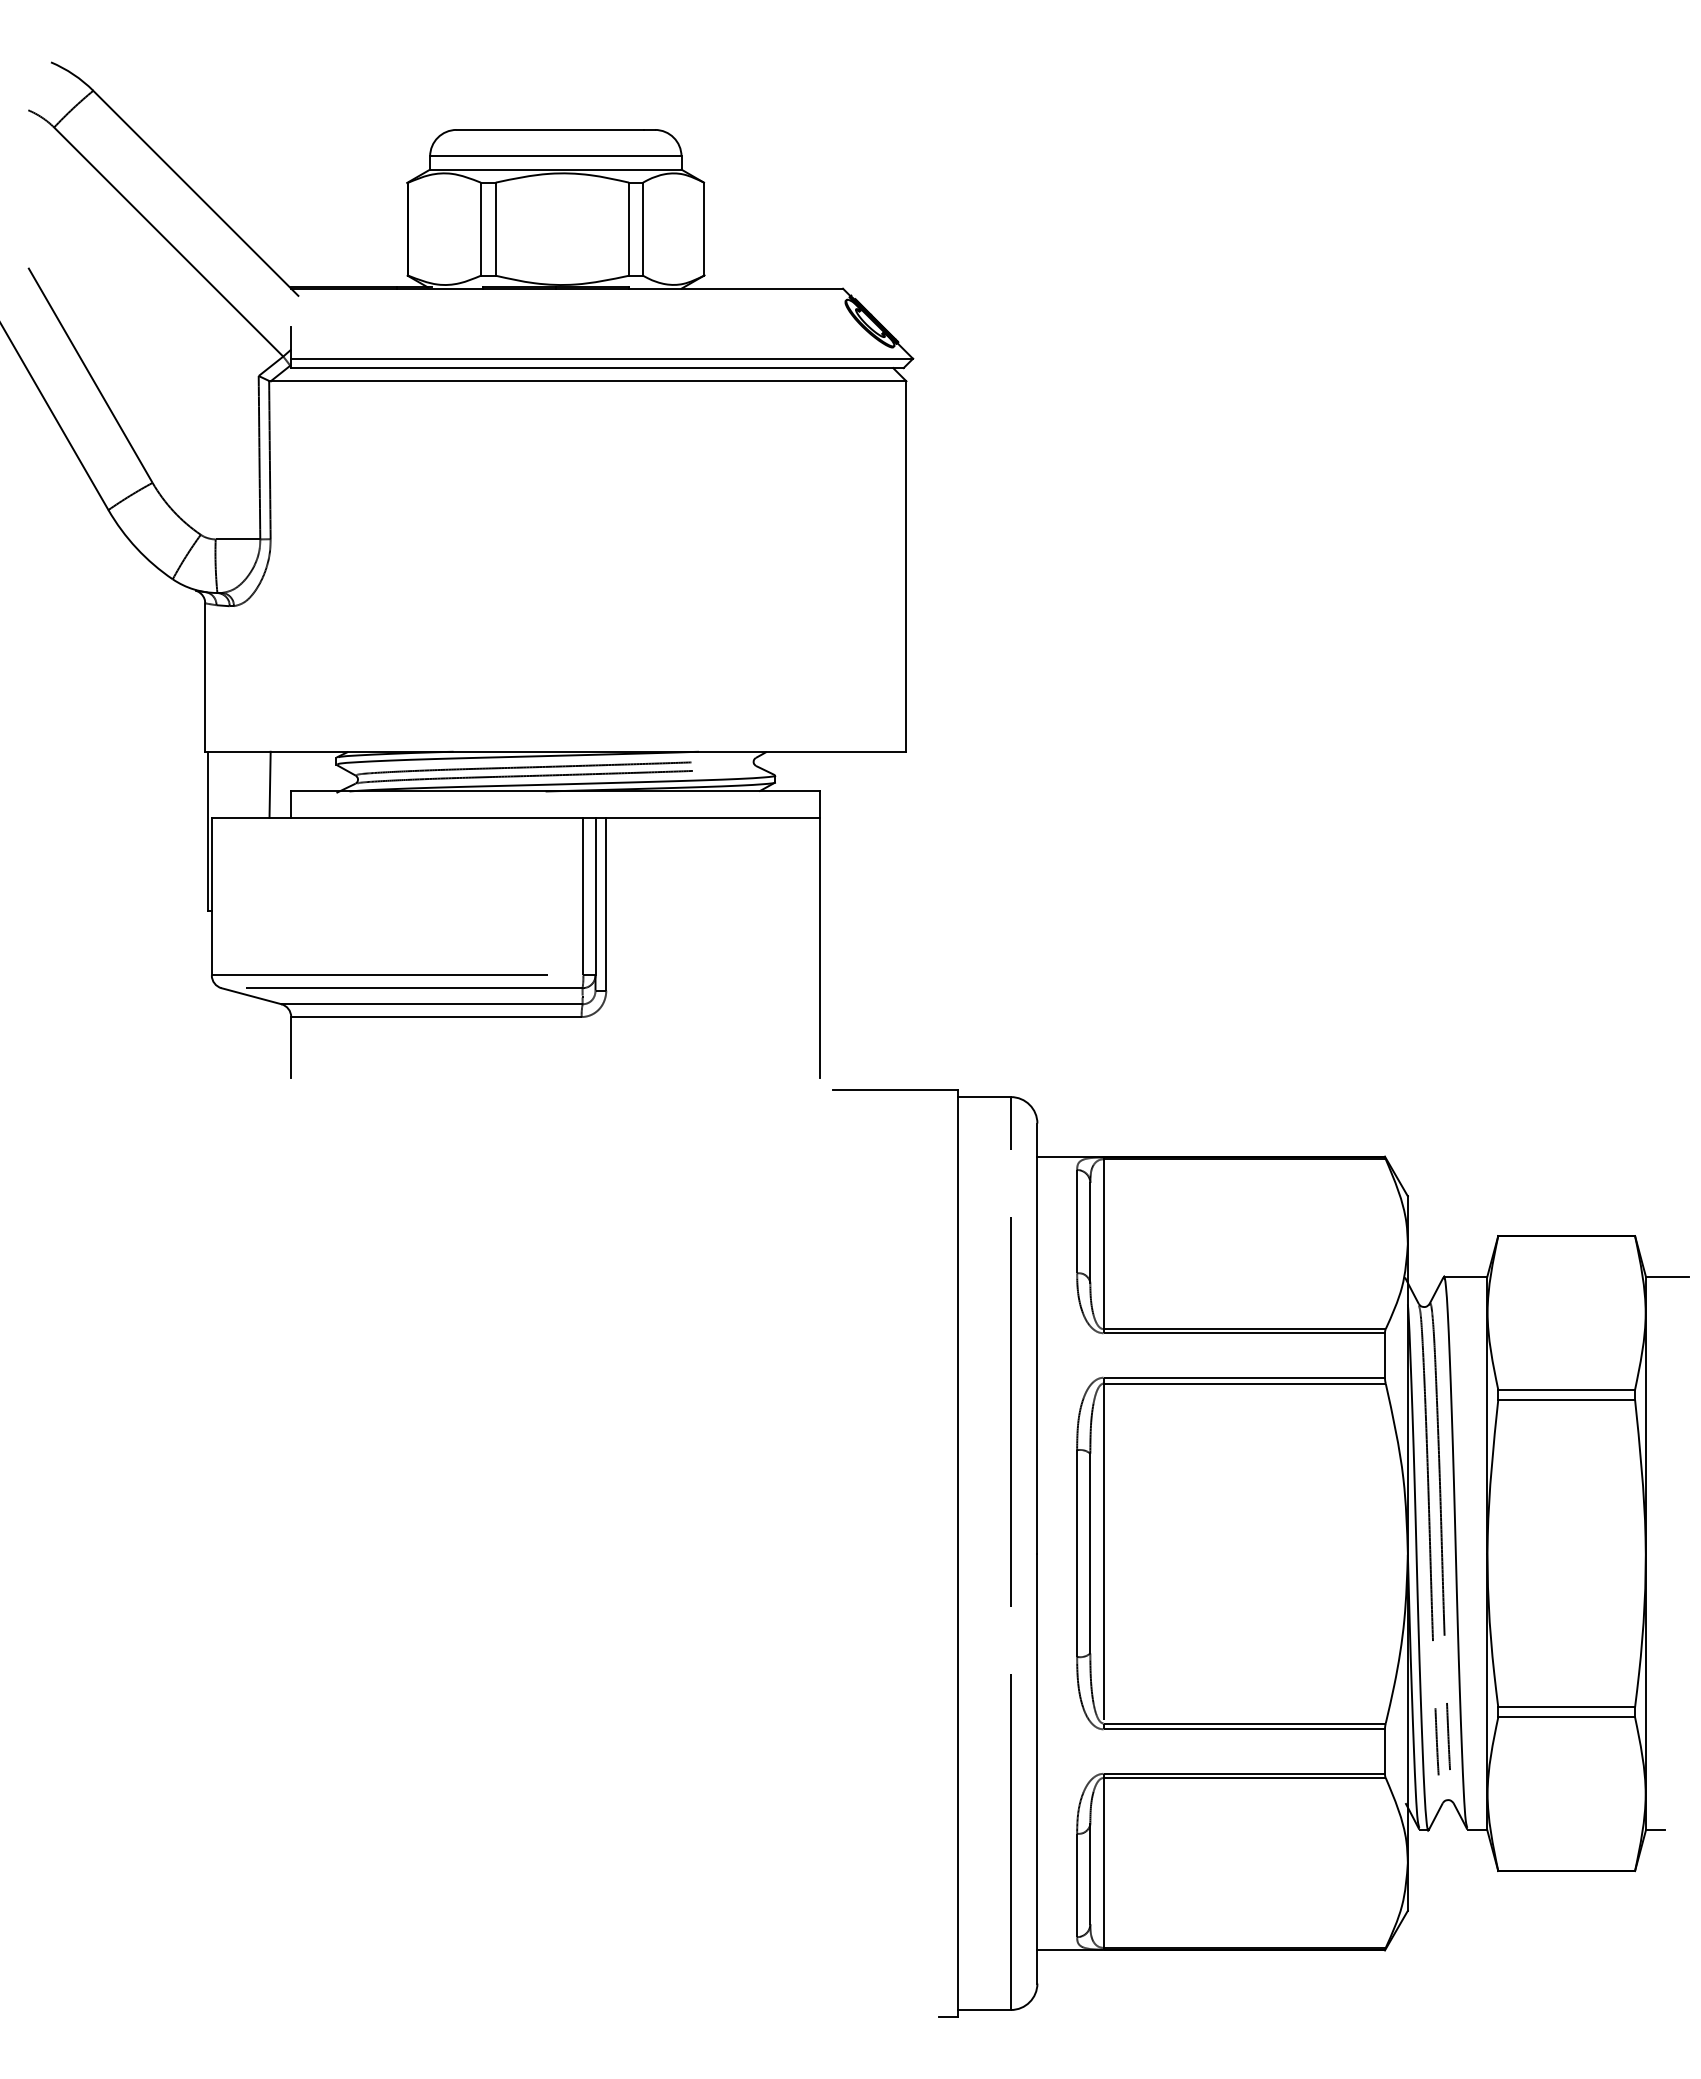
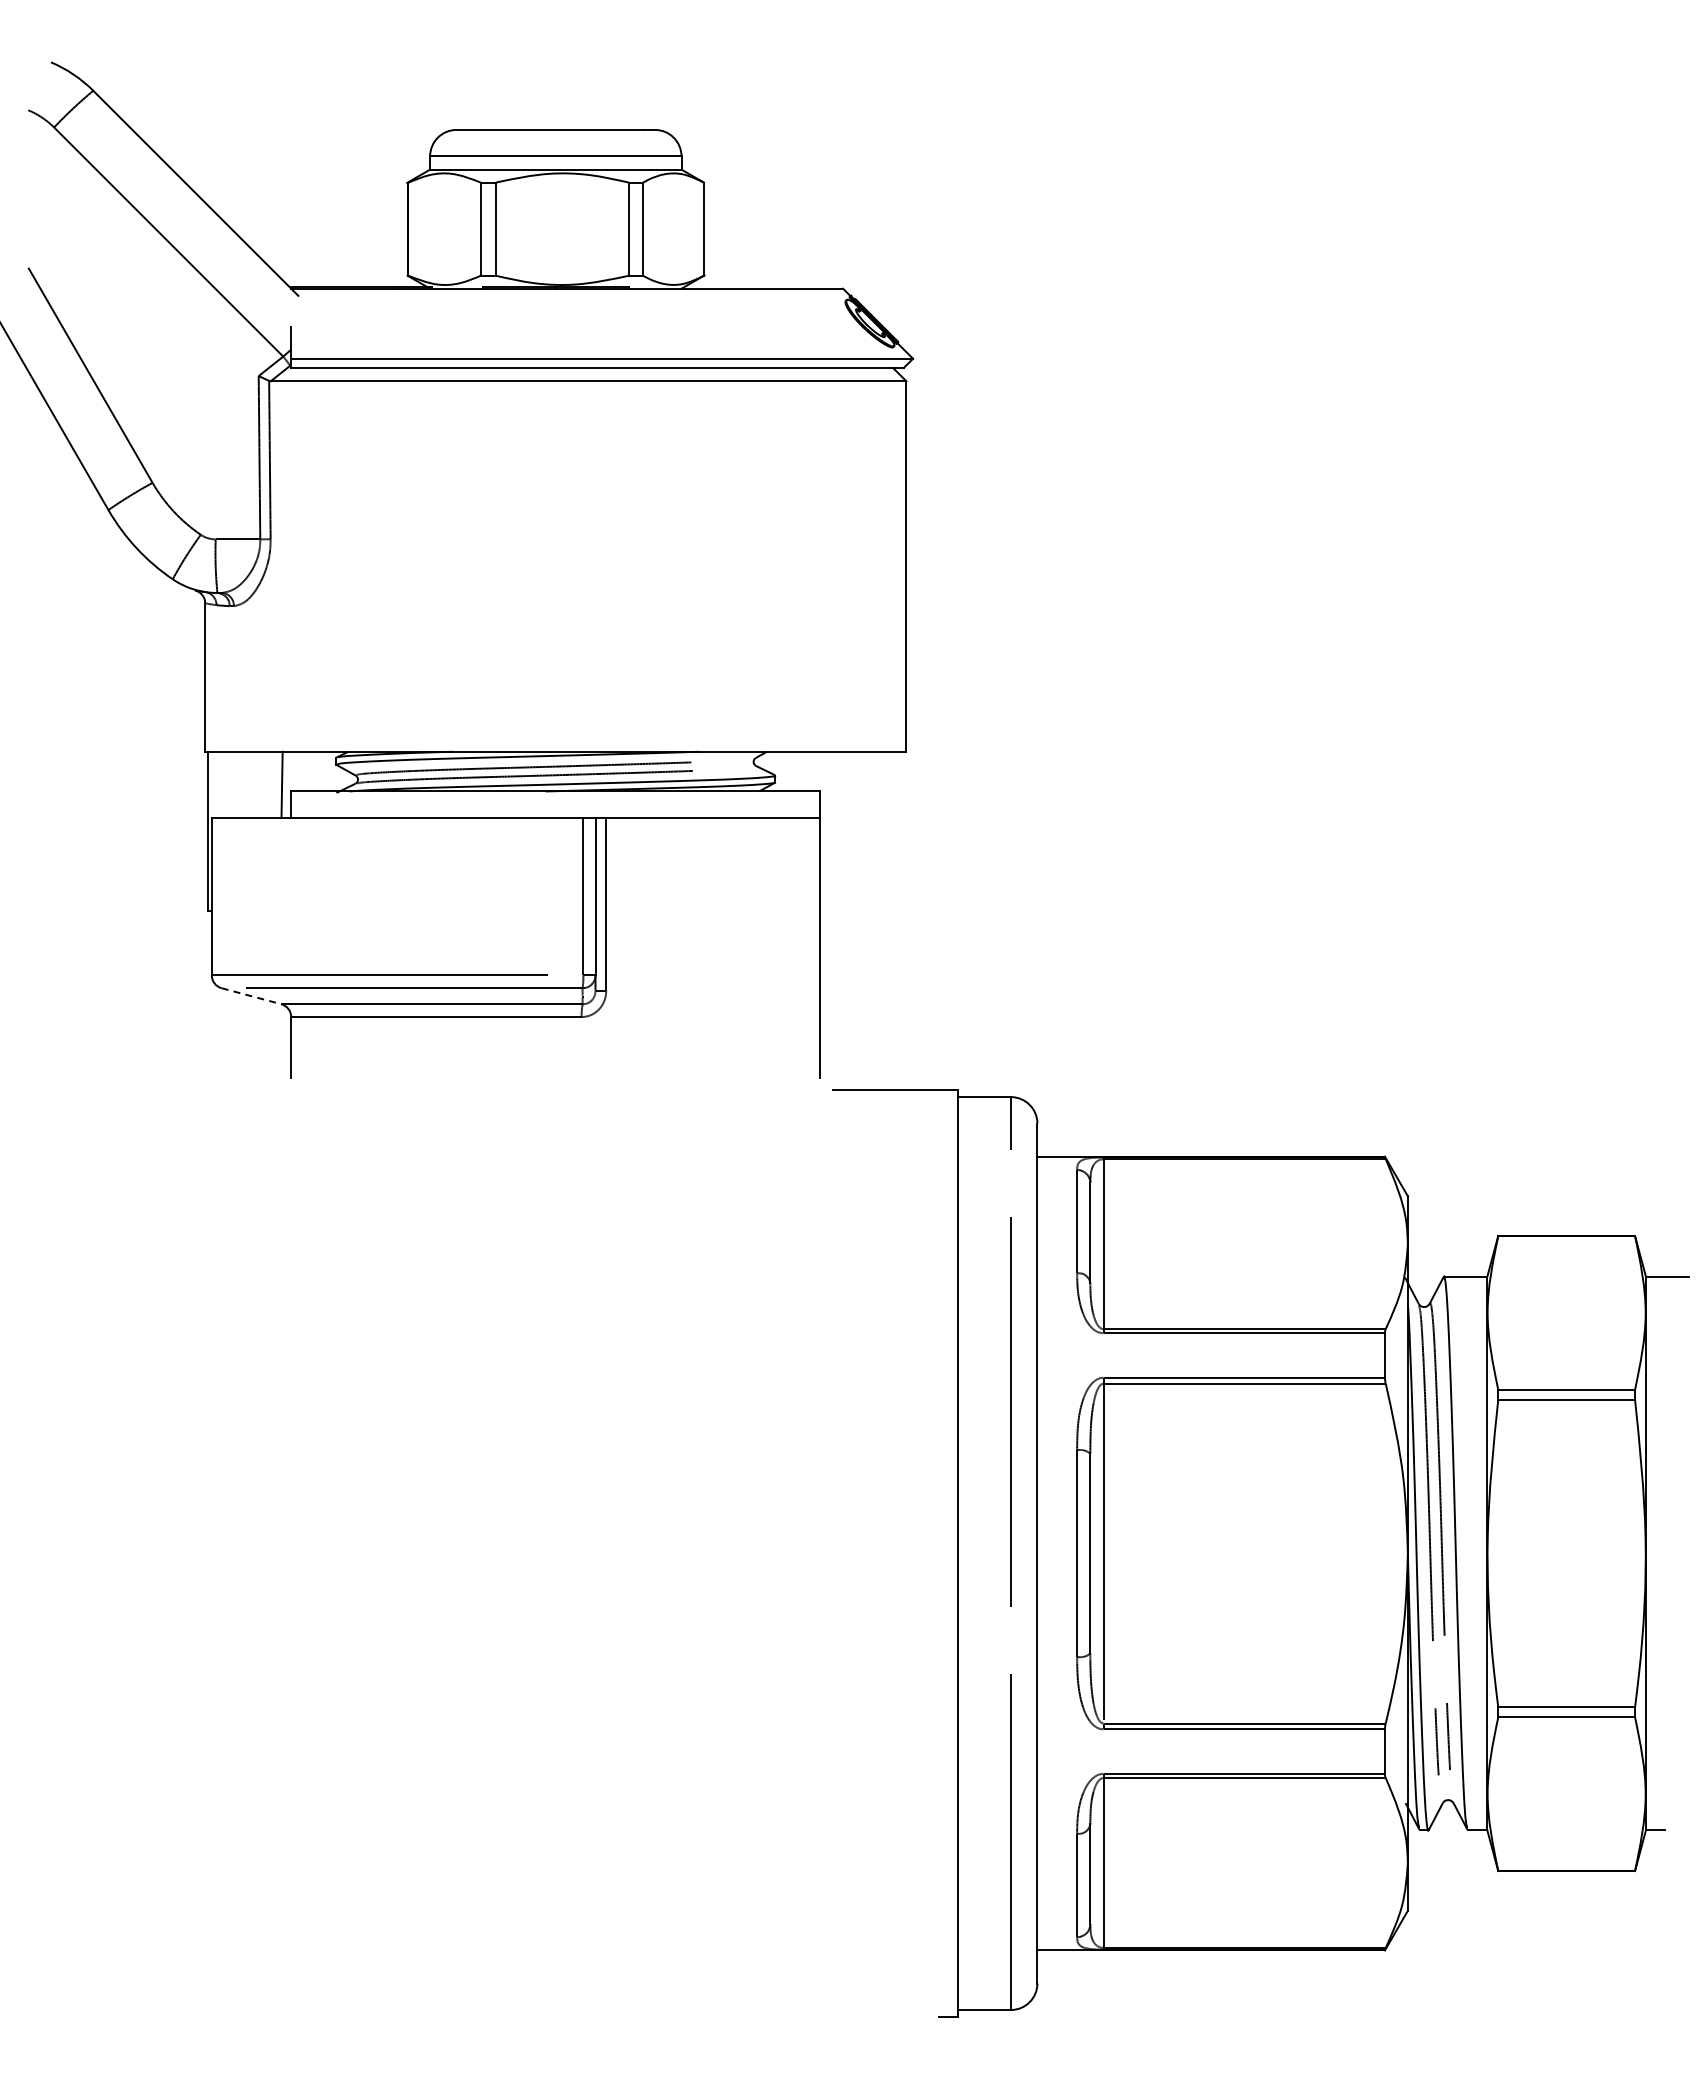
line at (269, 784) position: (269, 784) -> (281, 784)
line at (251, 996): solid -> dashed
